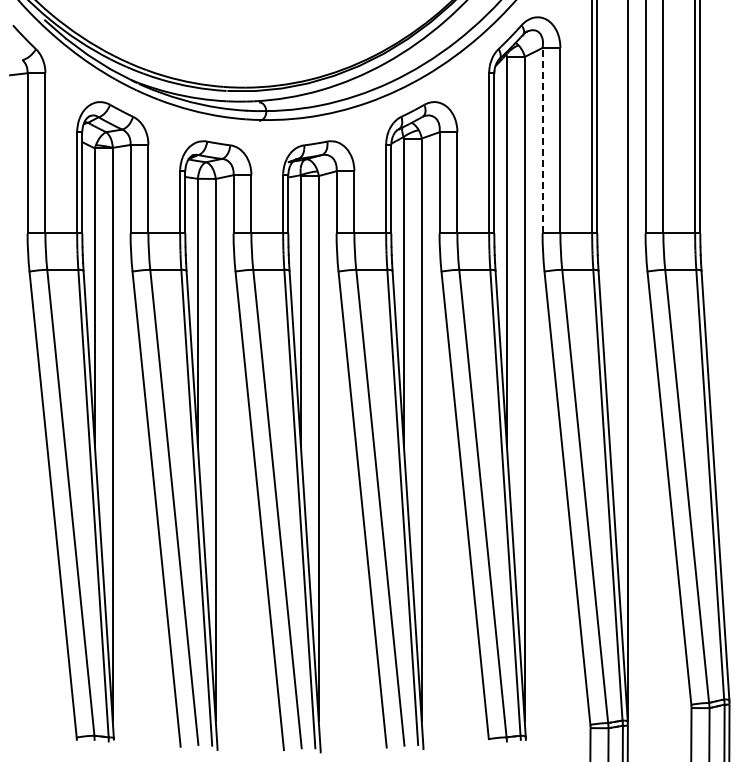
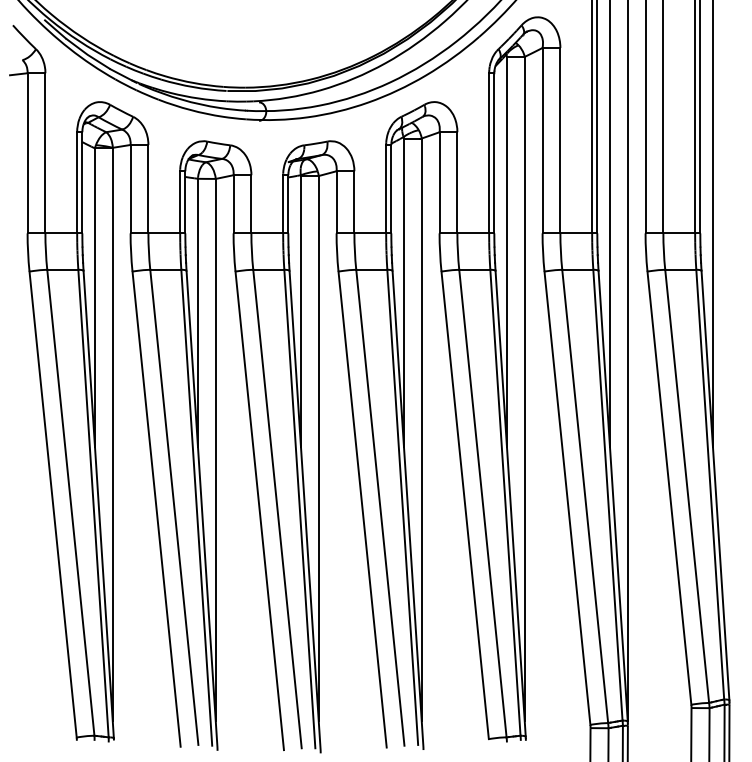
line at (542, 140): dashed -> solid
line at (609, 224): none -> present
line at (712, 224): none -> present
